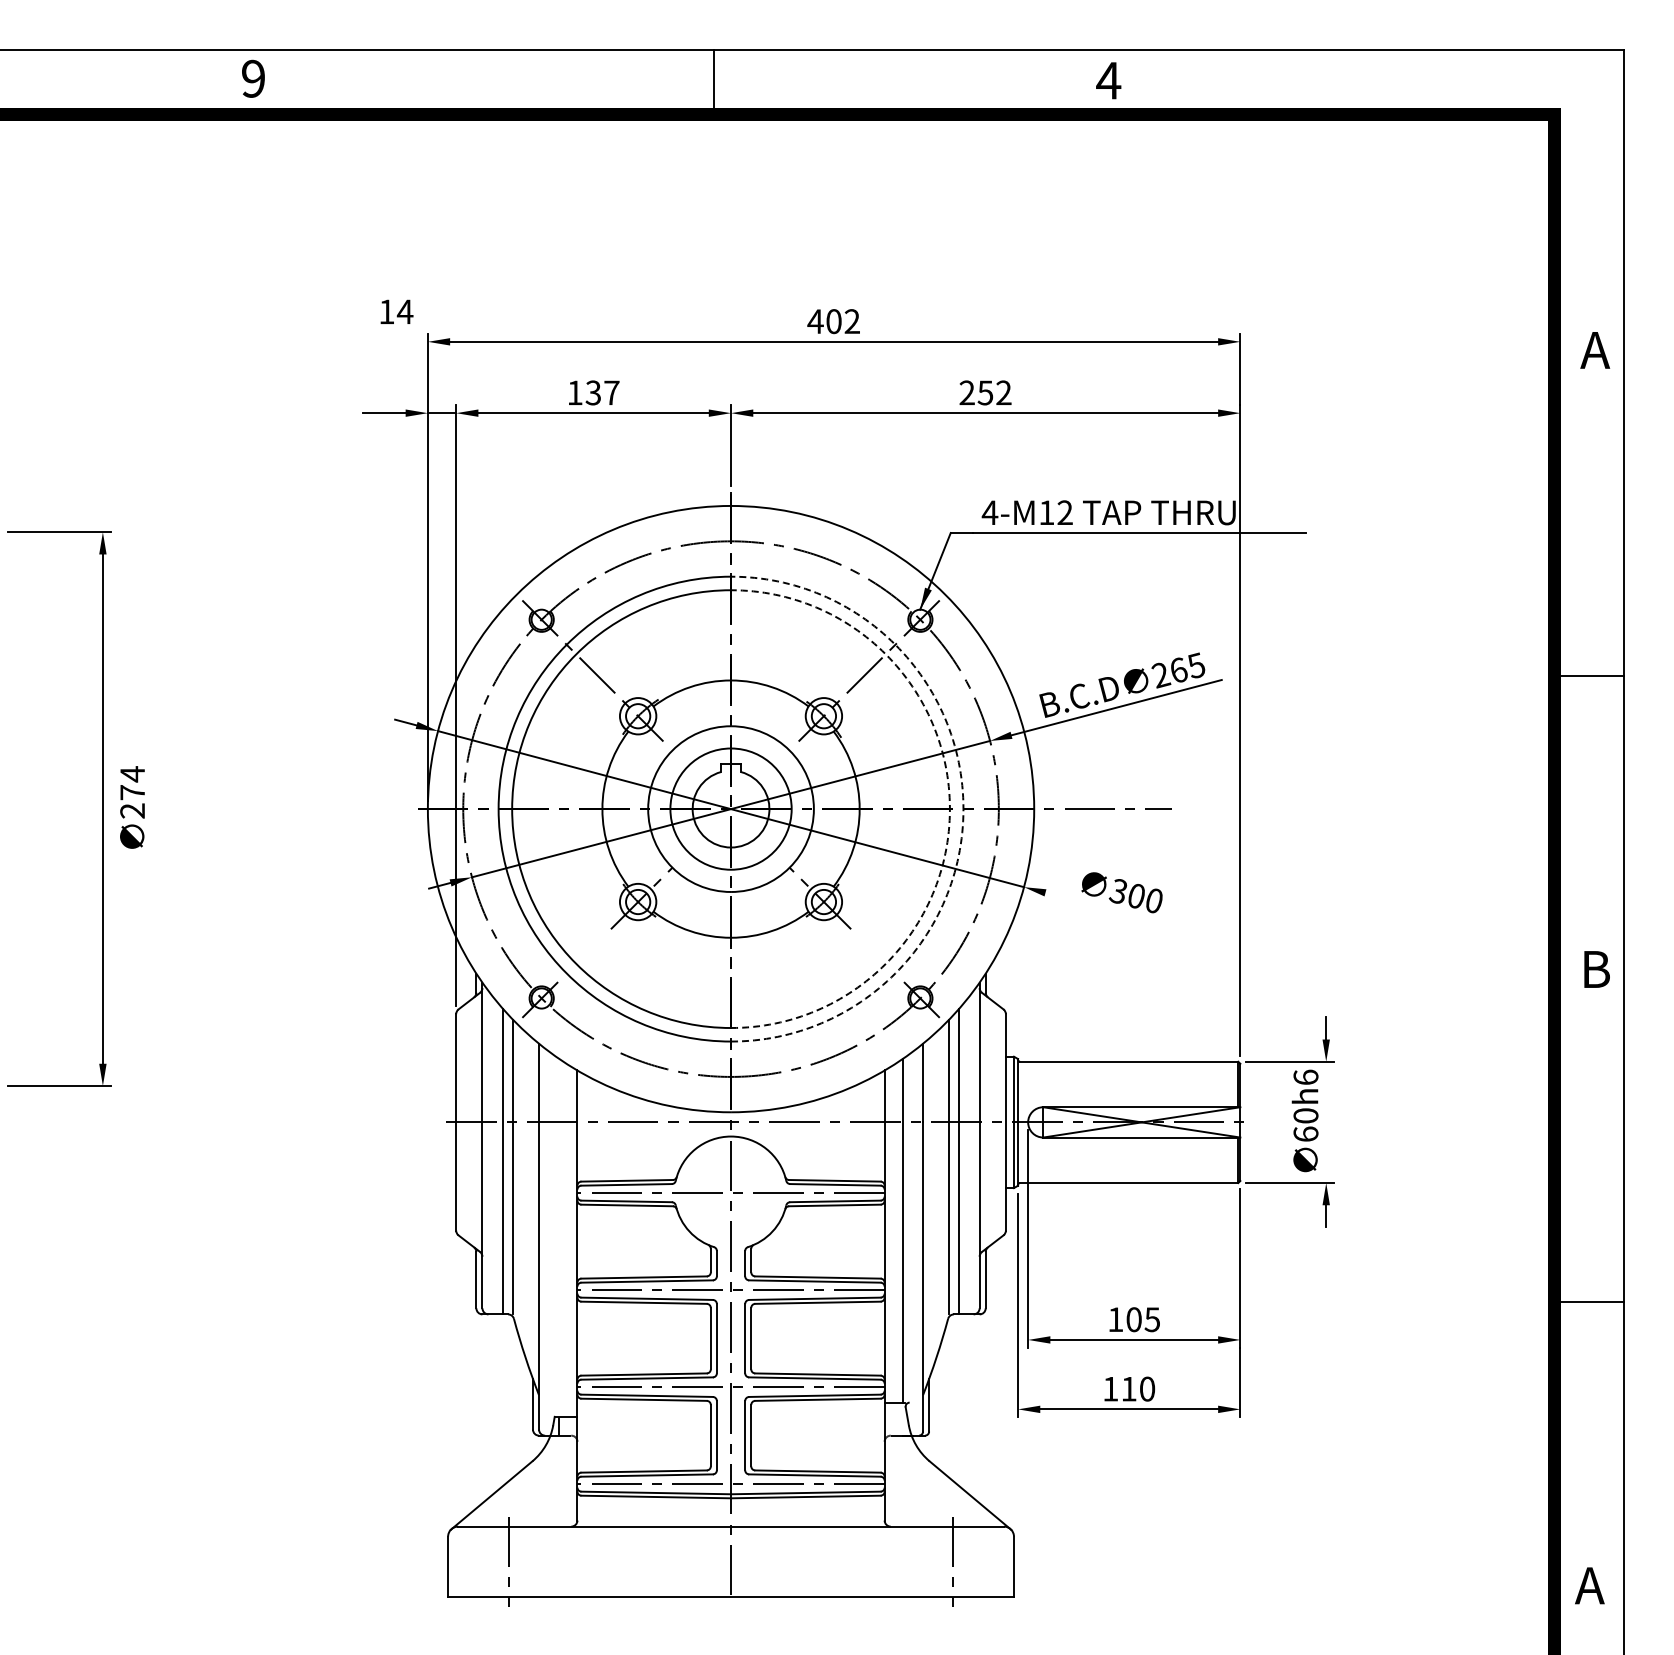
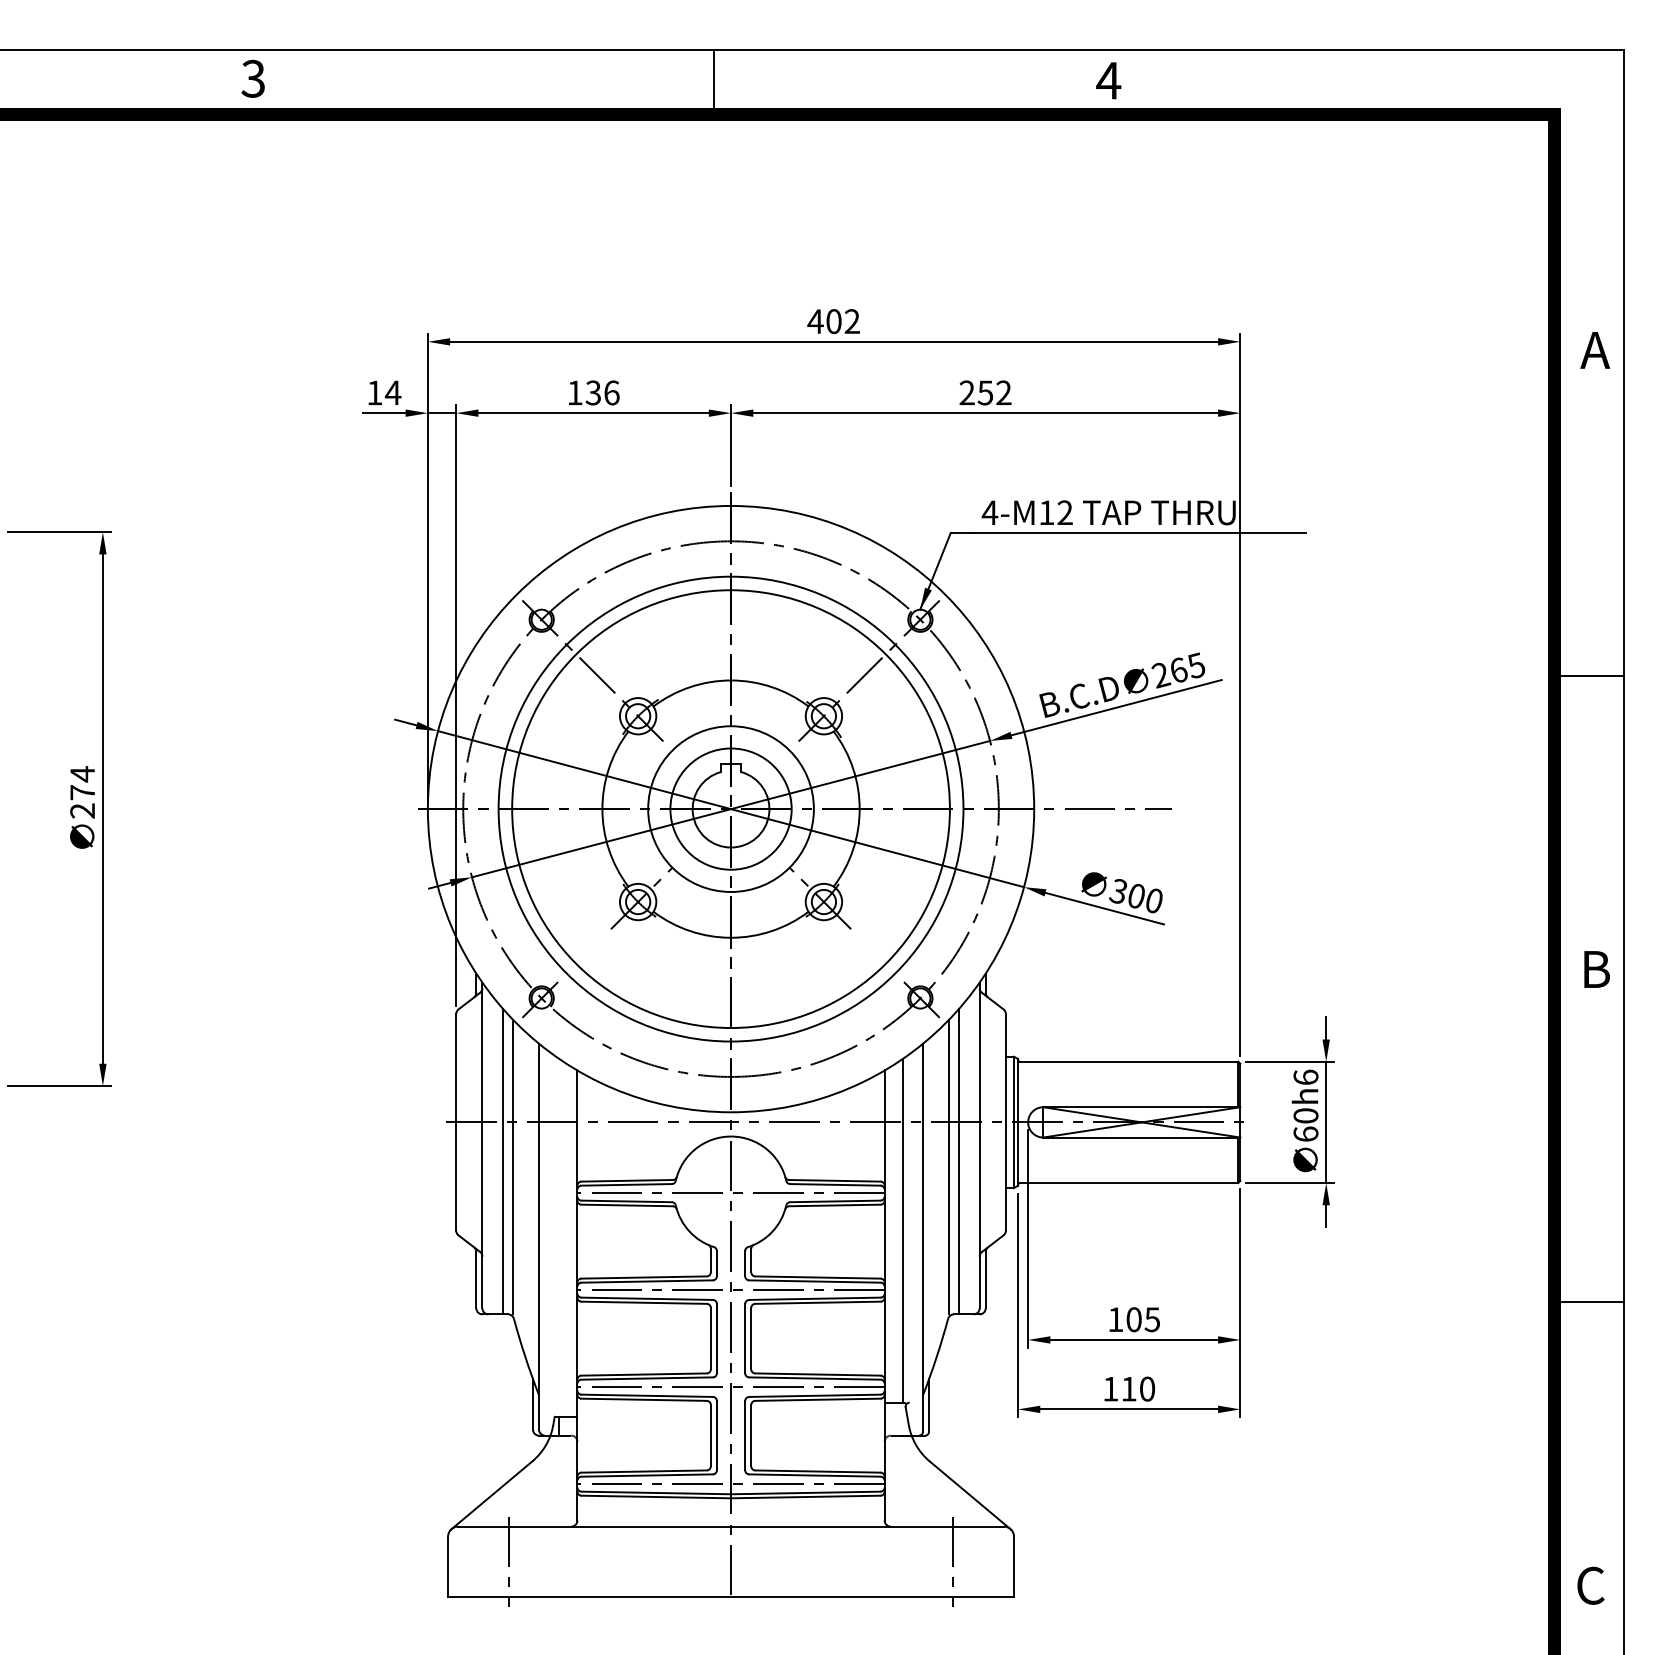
text at (252, 78): 9 -> 3
text at (396, 311) position: (396, 311) -> (384, 392)
text at (611, 392): 137 -> 136
text at (132, 807) position: (132, 807) -> (82, 807)
arc at (949, 809): dashed -> solid
arc at (963, 809): dashed -> solid
line at (1104, 908): none -> present
line at (1326, 1122): none -> present
text at (1589, 1585): A -> C
